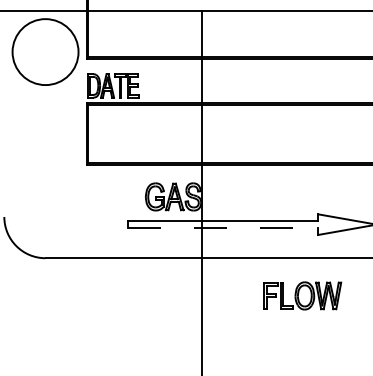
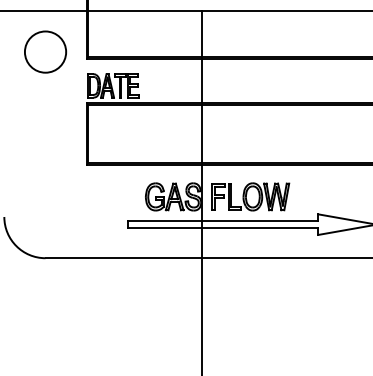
circle at (45, 52) diameter: 66 px -> 41 px
line at (223, 227): dashed -> solid
part at (302, 295) position: (302, 295) -> (250, 196)
